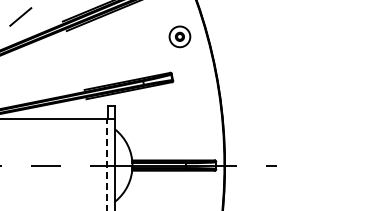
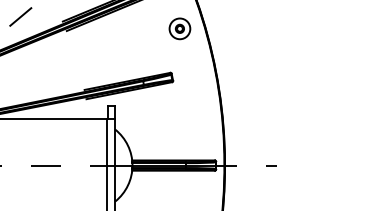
part at (179, 36) position: (179, 36) -> (179, 28)
line at (107, 165): dashed -> solid
